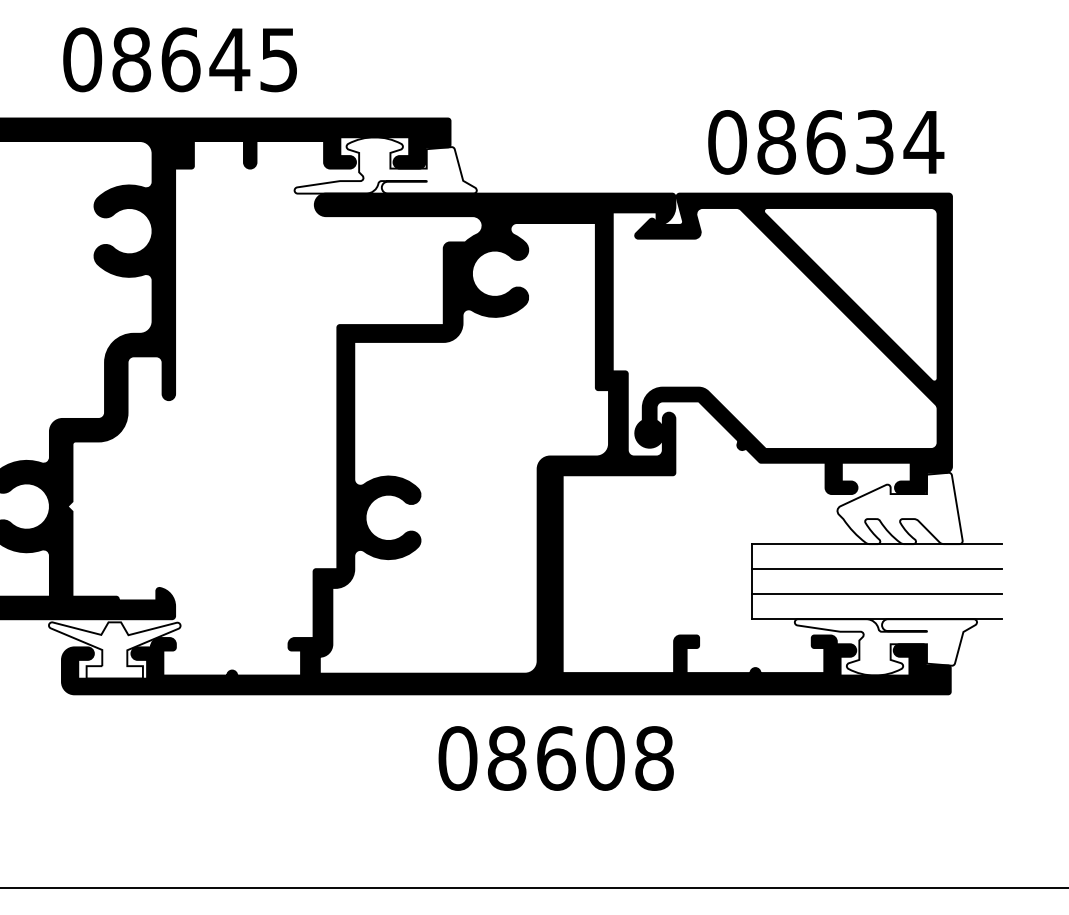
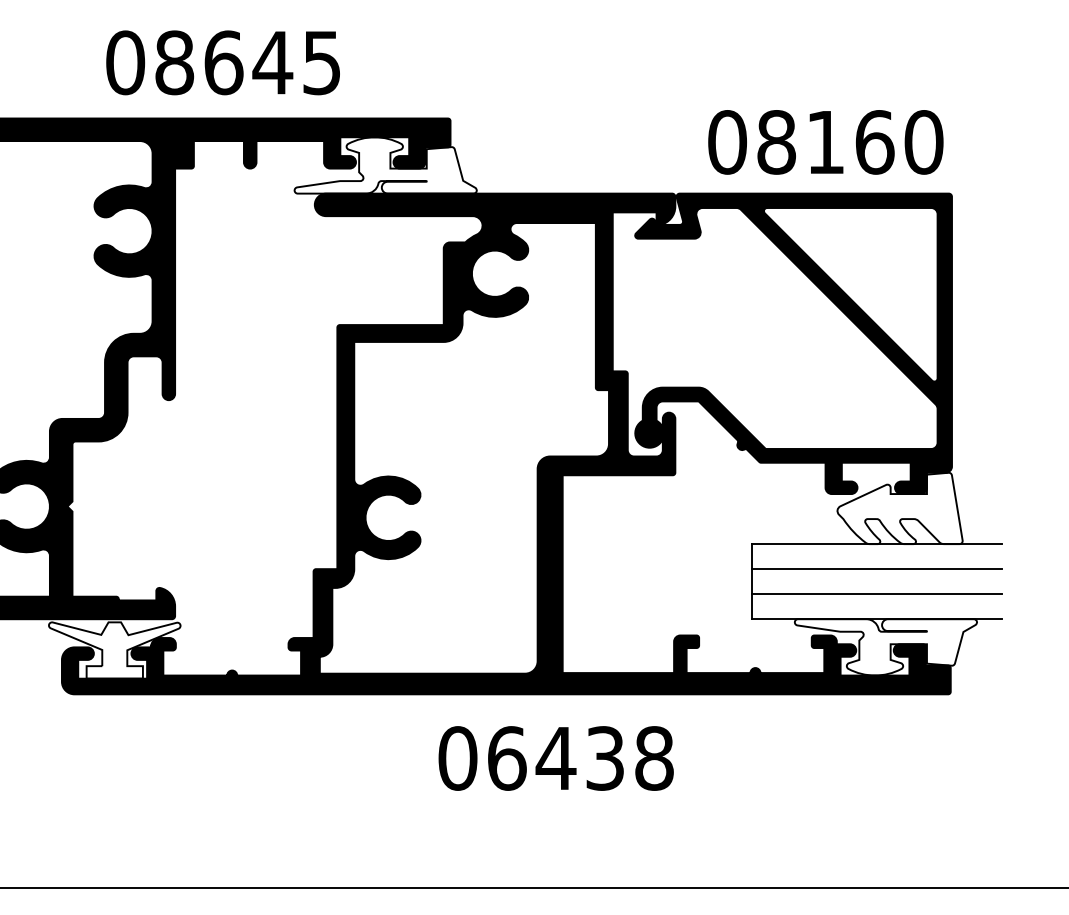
text at (179, 59) position: (179, 59) -> (222, 62)
text at (875, 142): 08634 -> 08160
text at (555, 758): 08608 -> 06438
